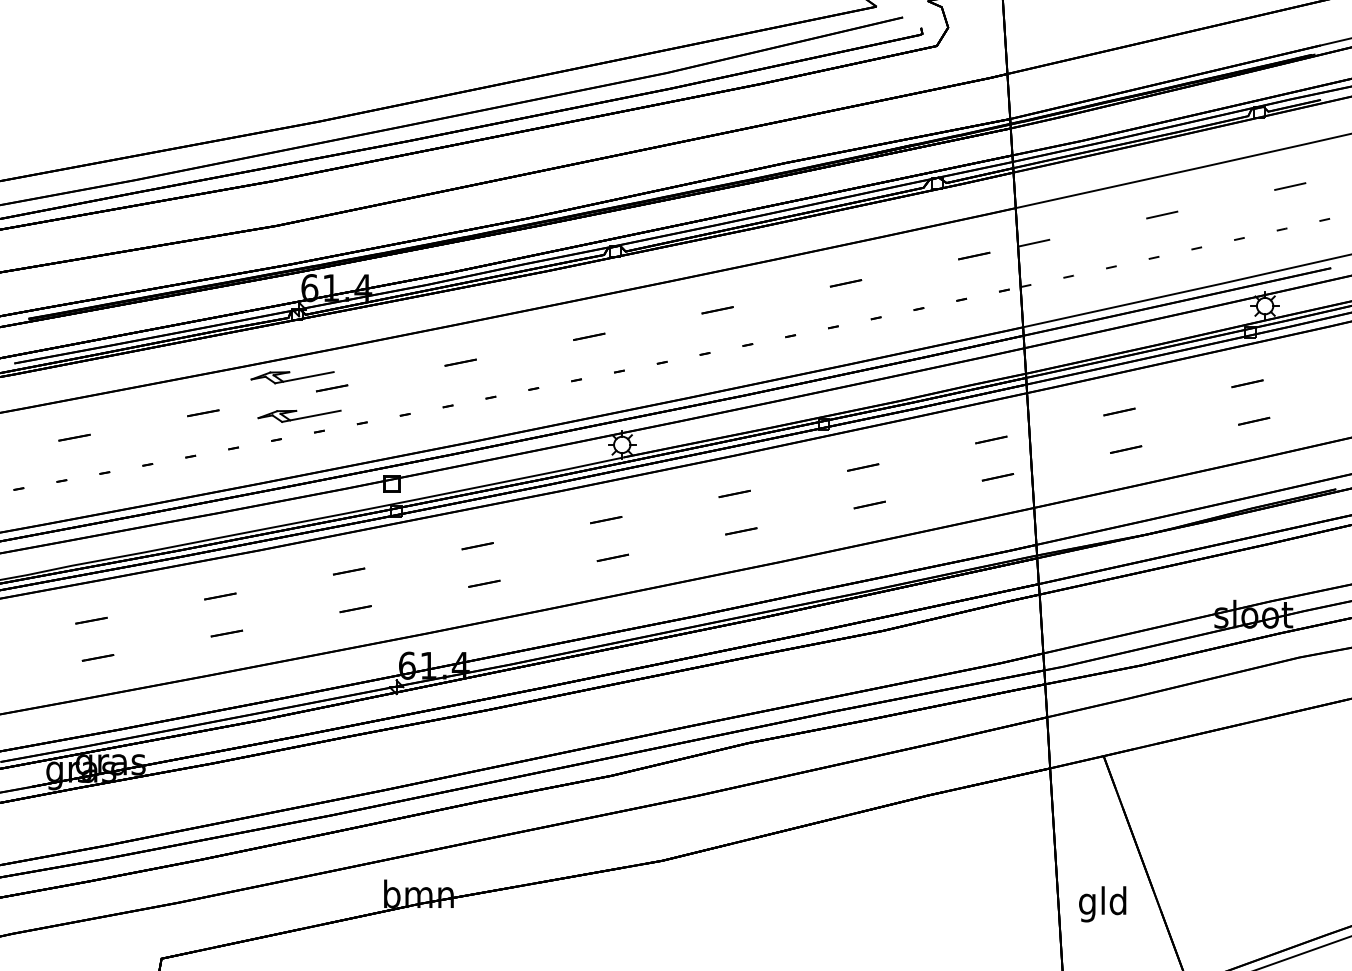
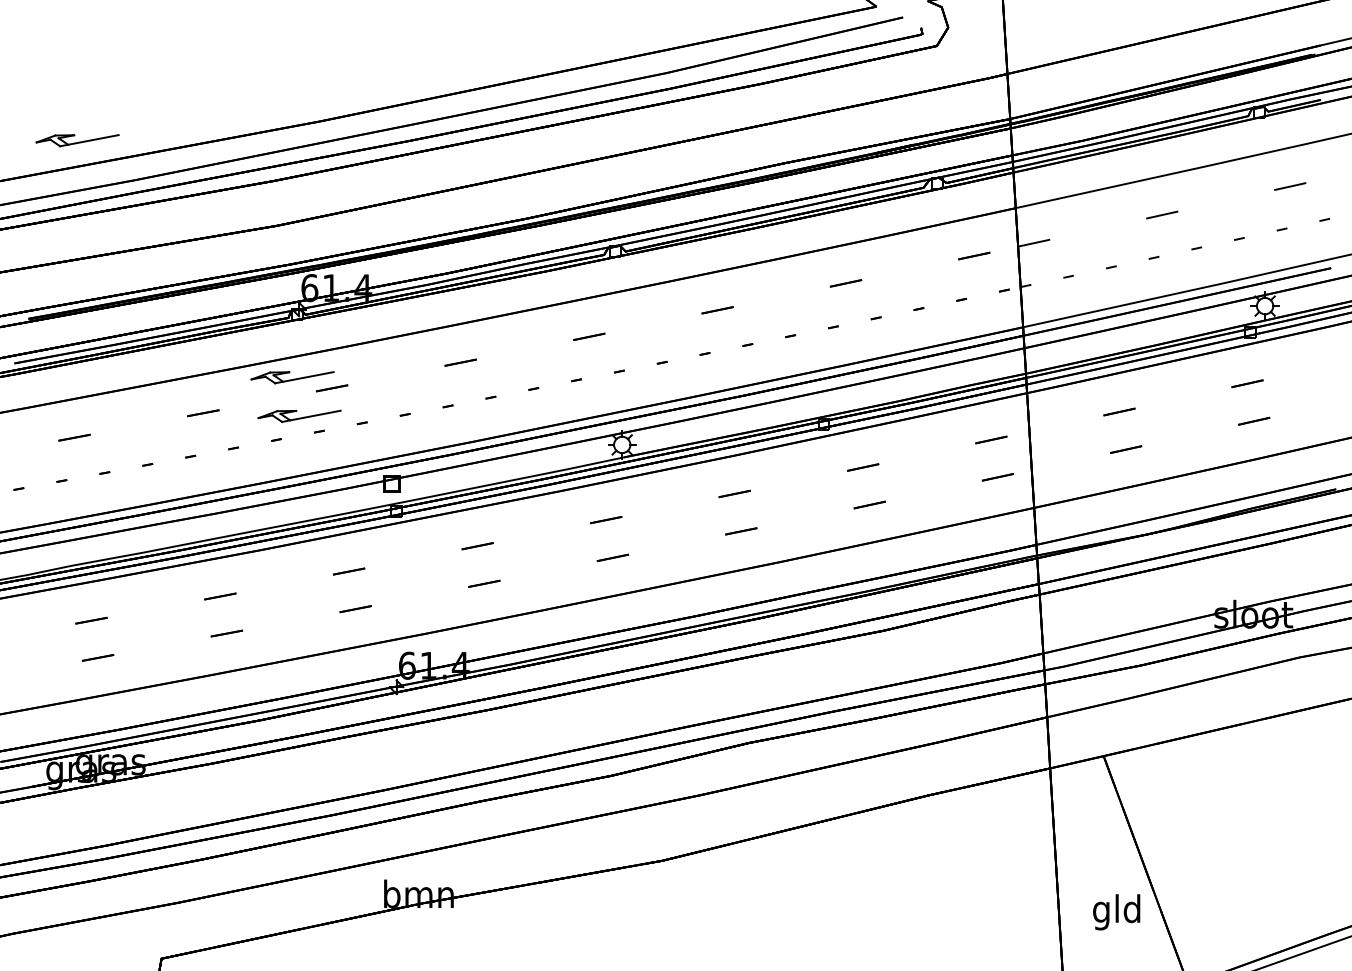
part at (77, 140): none -> present
text at (1102, 904) position: (1102, 904) -> (1116, 912)
